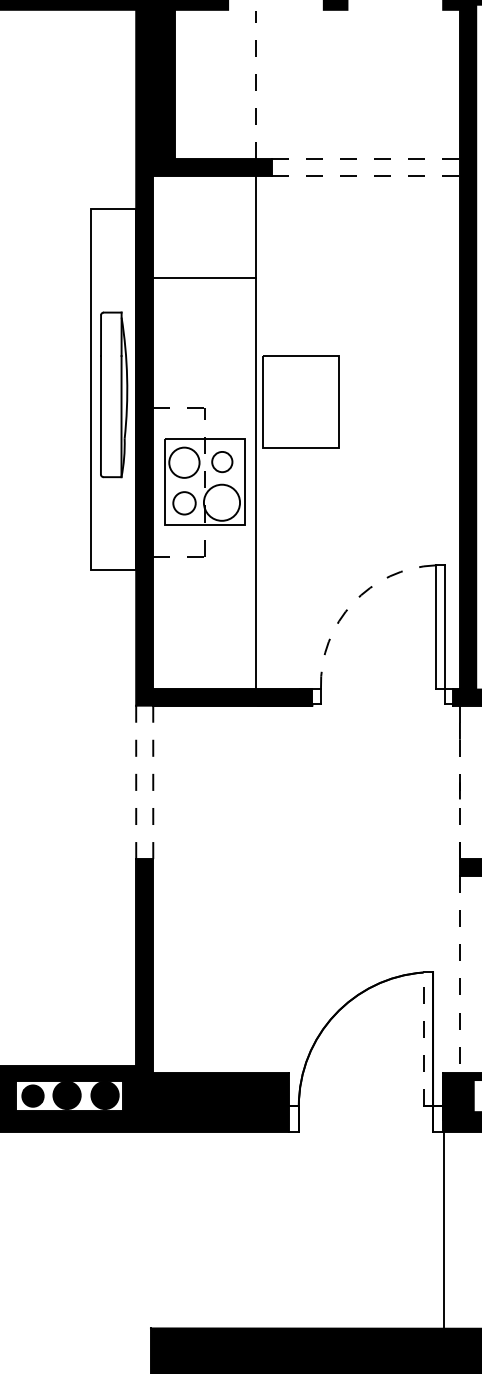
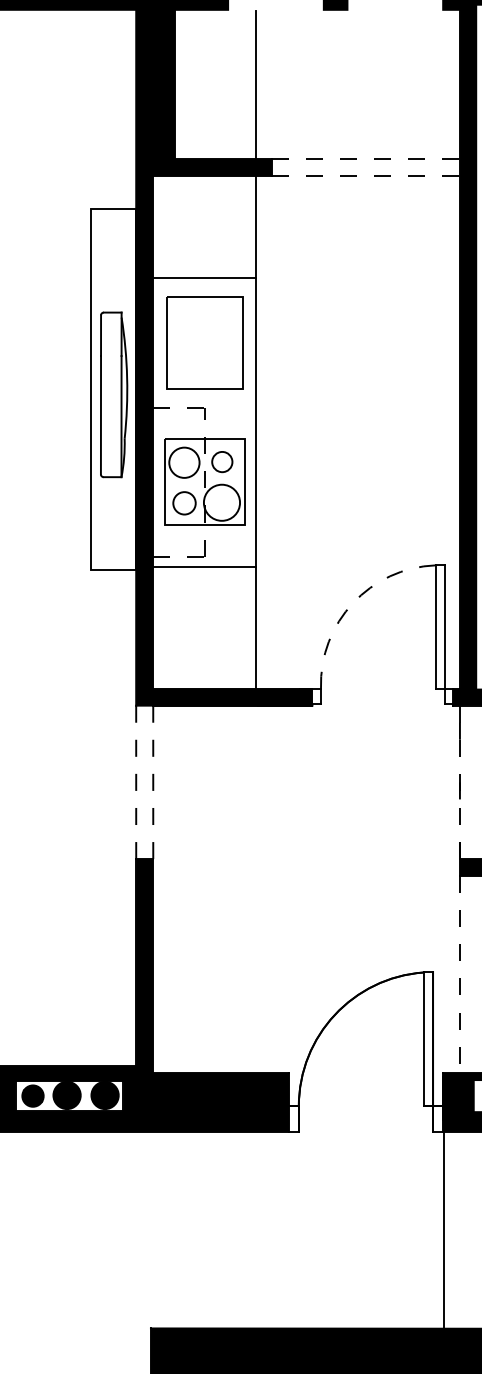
line at (255, 84): dashed -> solid
part at (300, 401) position: (300, 401) -> (204, 342)
line at (204, 567): none -> present
line at (423, 1038): dashed -> solid
